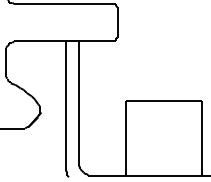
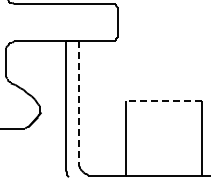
line at (78, 101): solid -> dashed
line at (163, 101): solid -> dashed
